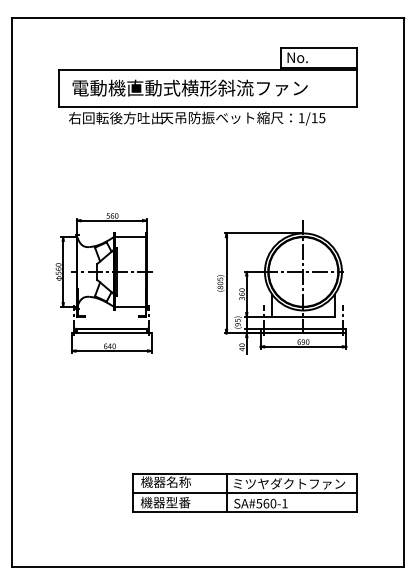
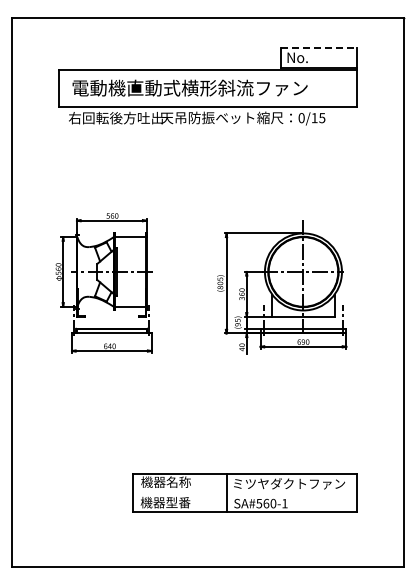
line at (319, 47): solid -> dashed
text at (301, 118): 1/15 -> 0/15
line at (245, 492): present -> none
